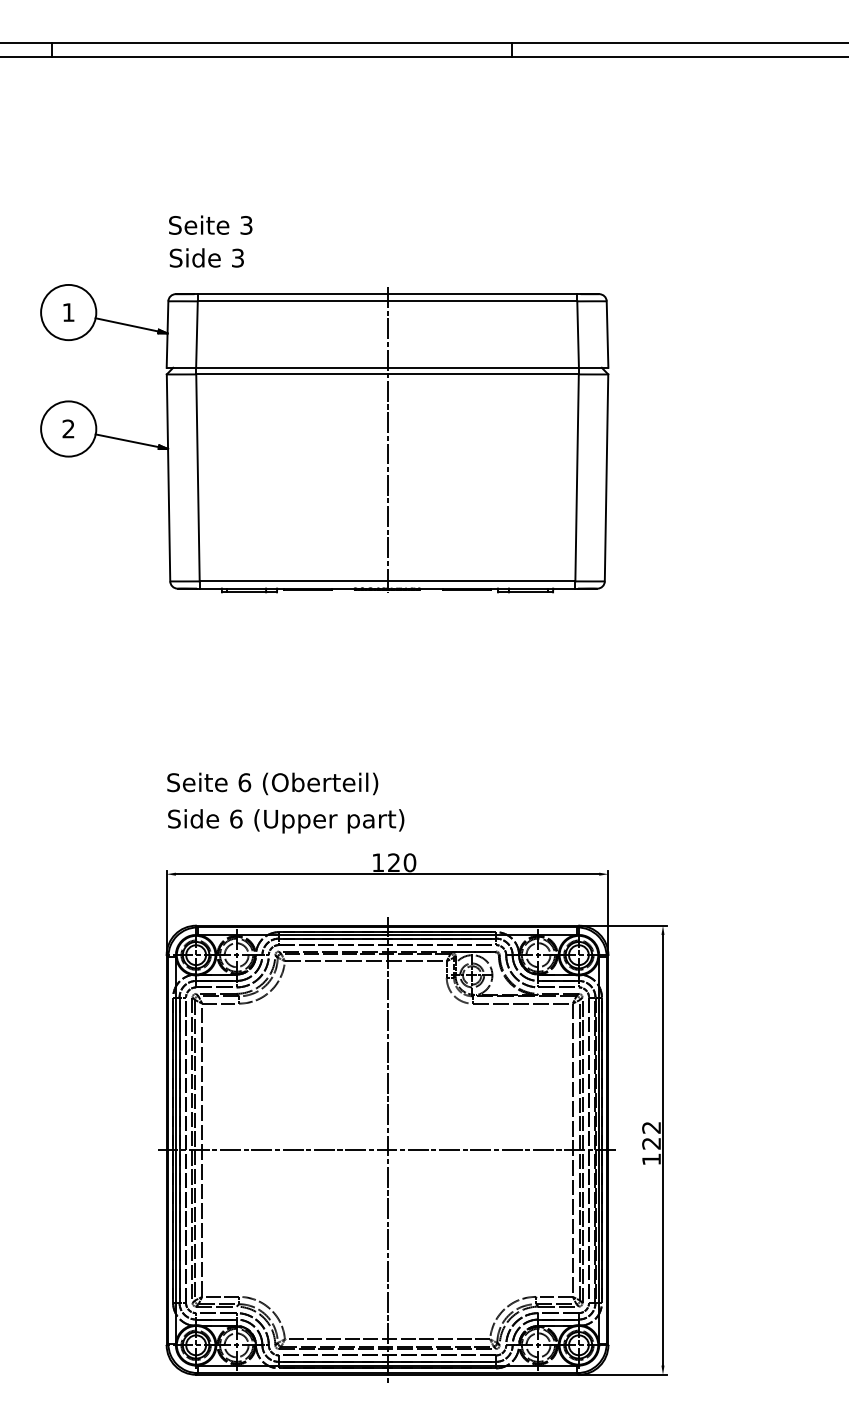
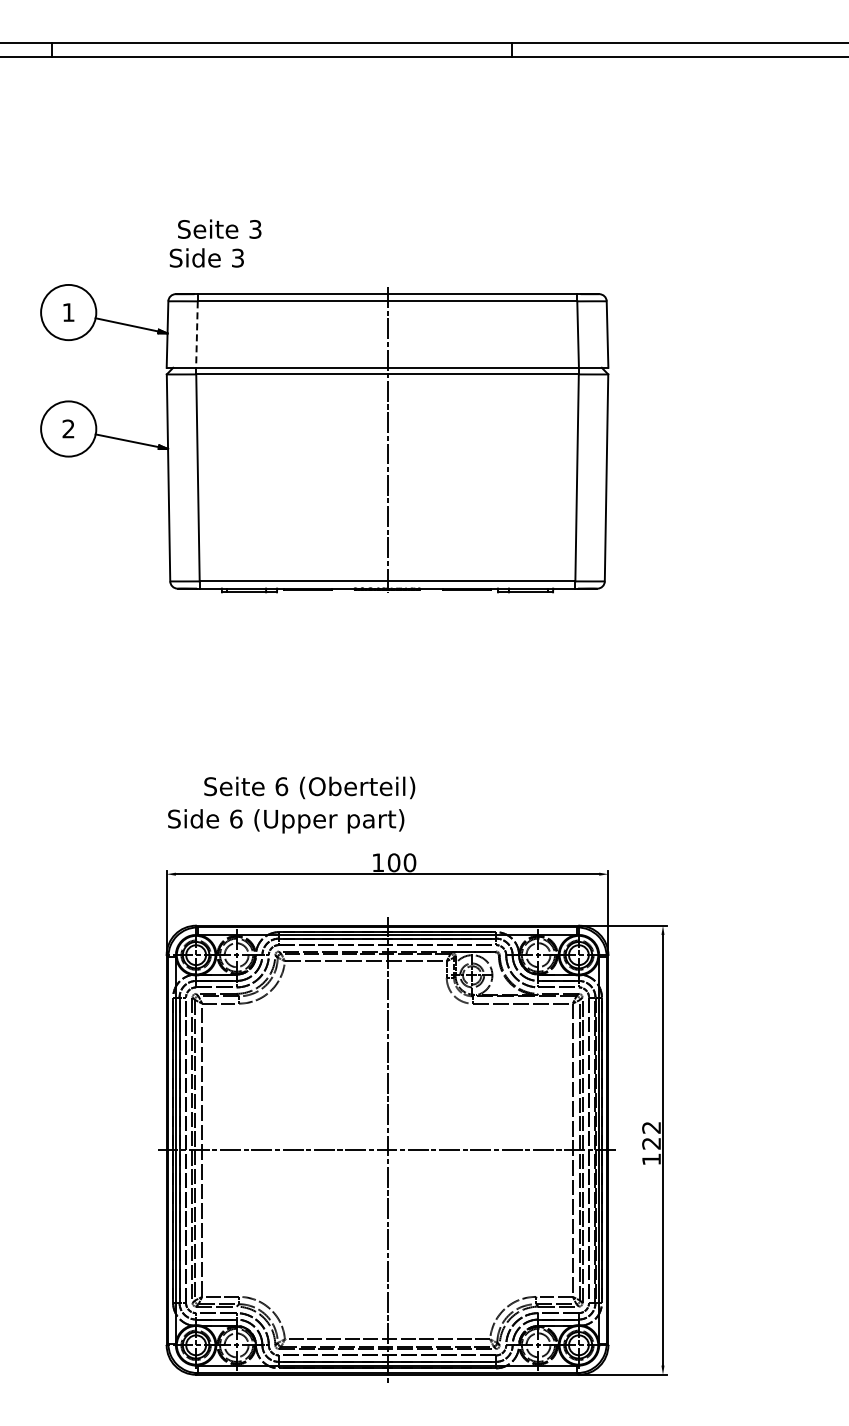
text at (210, 224) position: (210, 224) -> (219, 228)
line at (196, 335): solid -> dashed
text at (272, 783) position: (272, 783) -> (309, 787)
text at (393, 862): 120 -> 100
